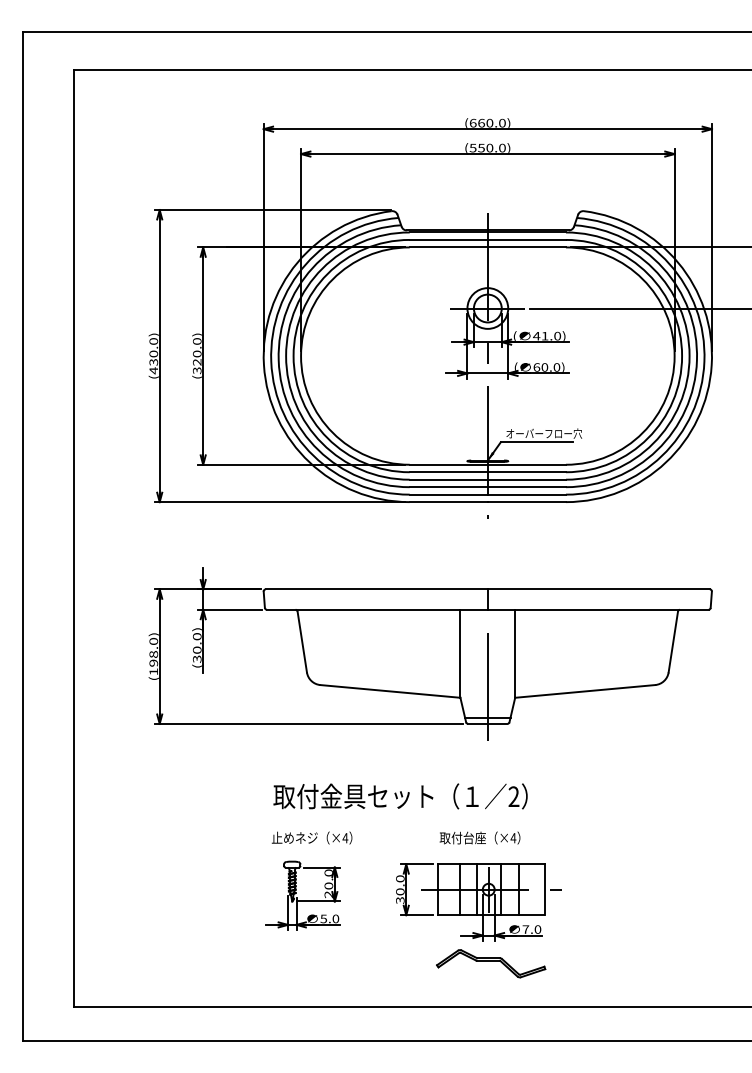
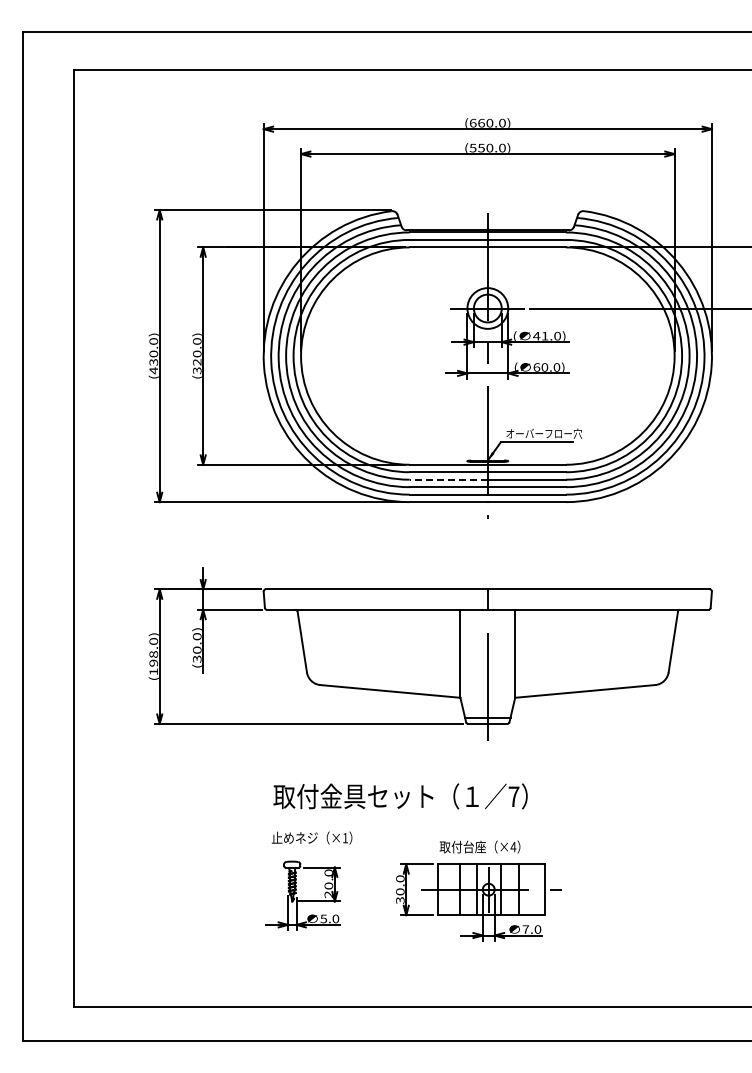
line at (448, 479): solid -> dashed
text at (513, 796): 2 -> 7
text at (479, 837) position: (479, 837) -> (479, 846)
text at (345, 838): ×4 -> ×1
part at (491, 963): present -> none
